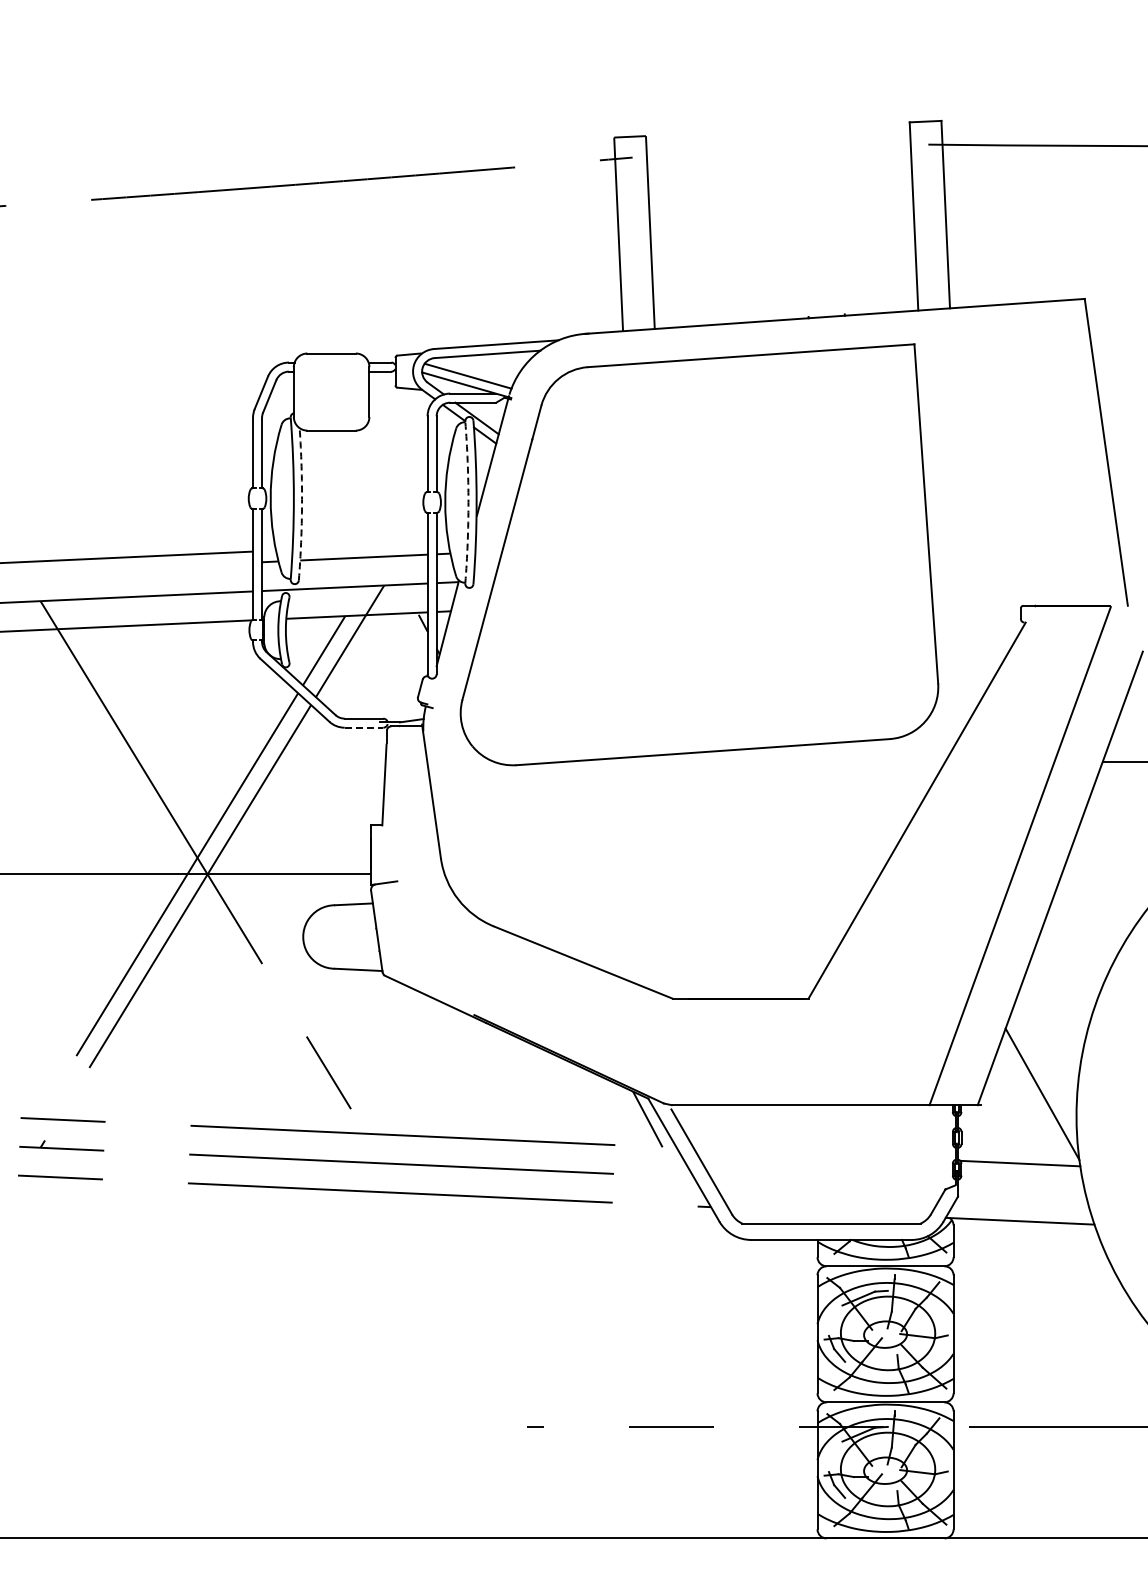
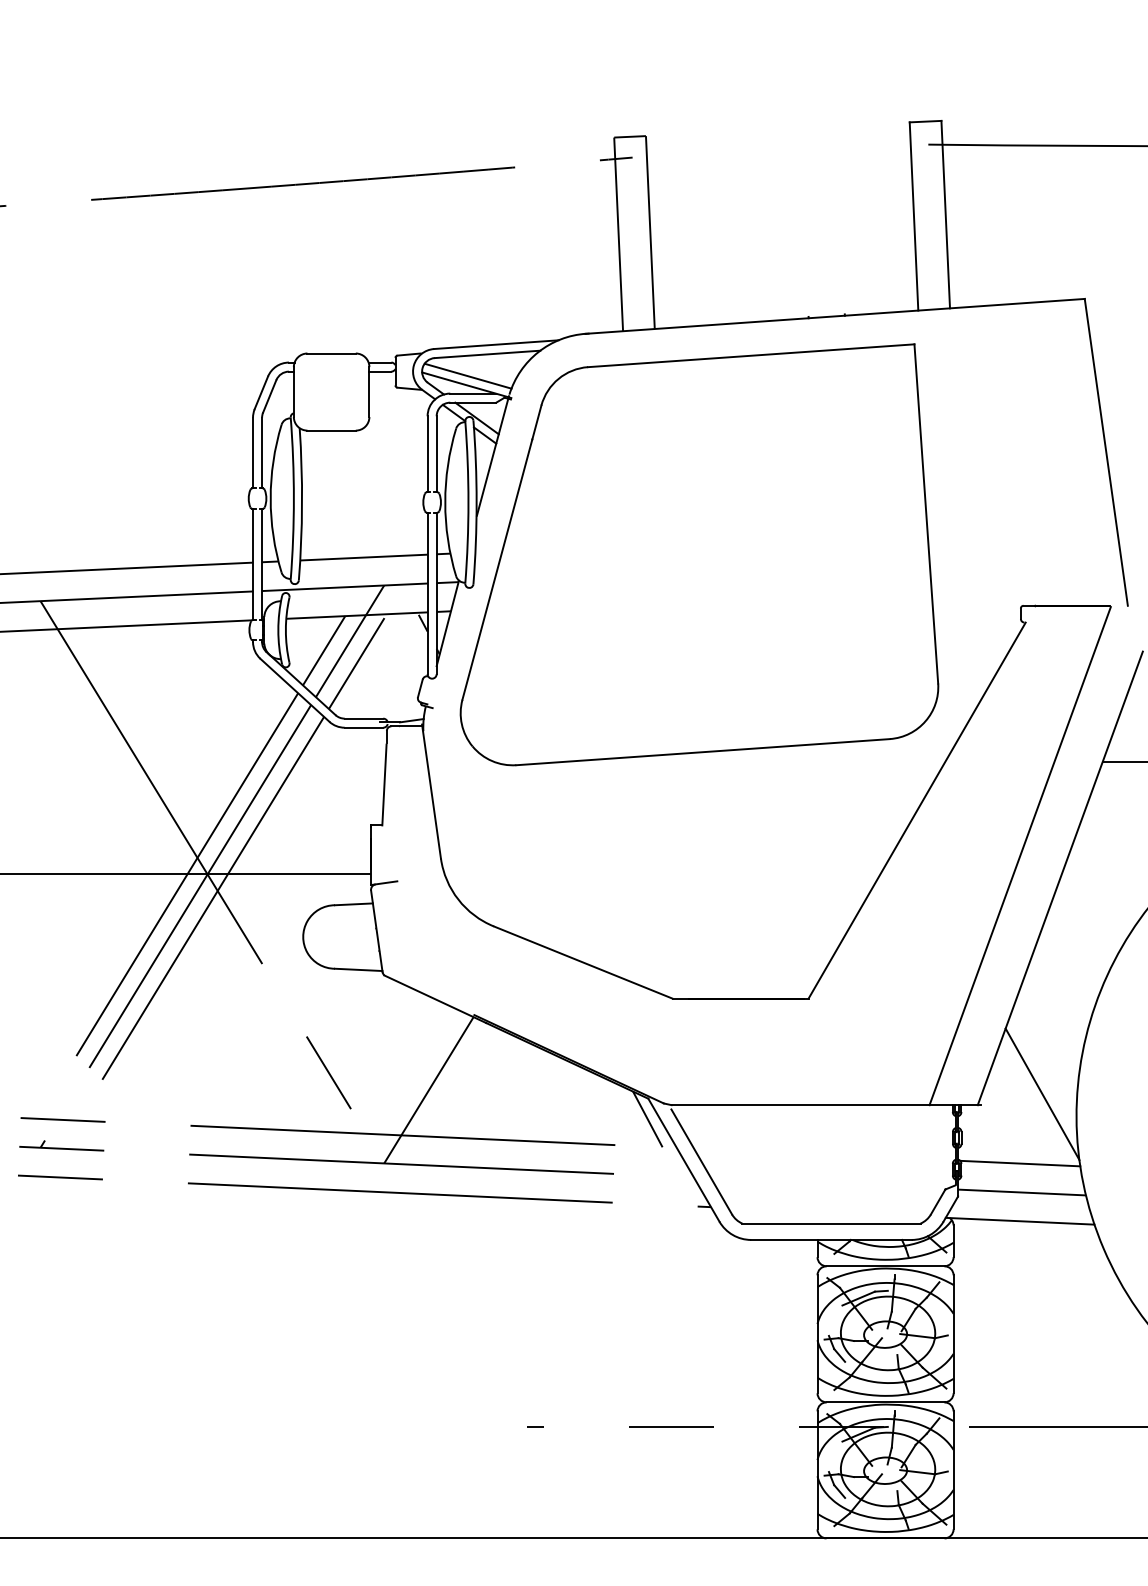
arc at (468, 502): dashed -> solid
arc at (302, 504): dashed -> solid
line at (127, 557) position: (127, 557) -> (127, 568)
line at (356, 663): none -> present
line at (364, 727): dashed -> solid
line at (200, 918): none -> present
line at (428, 1090): none -> present
line at (1022, 1192): none -> present
